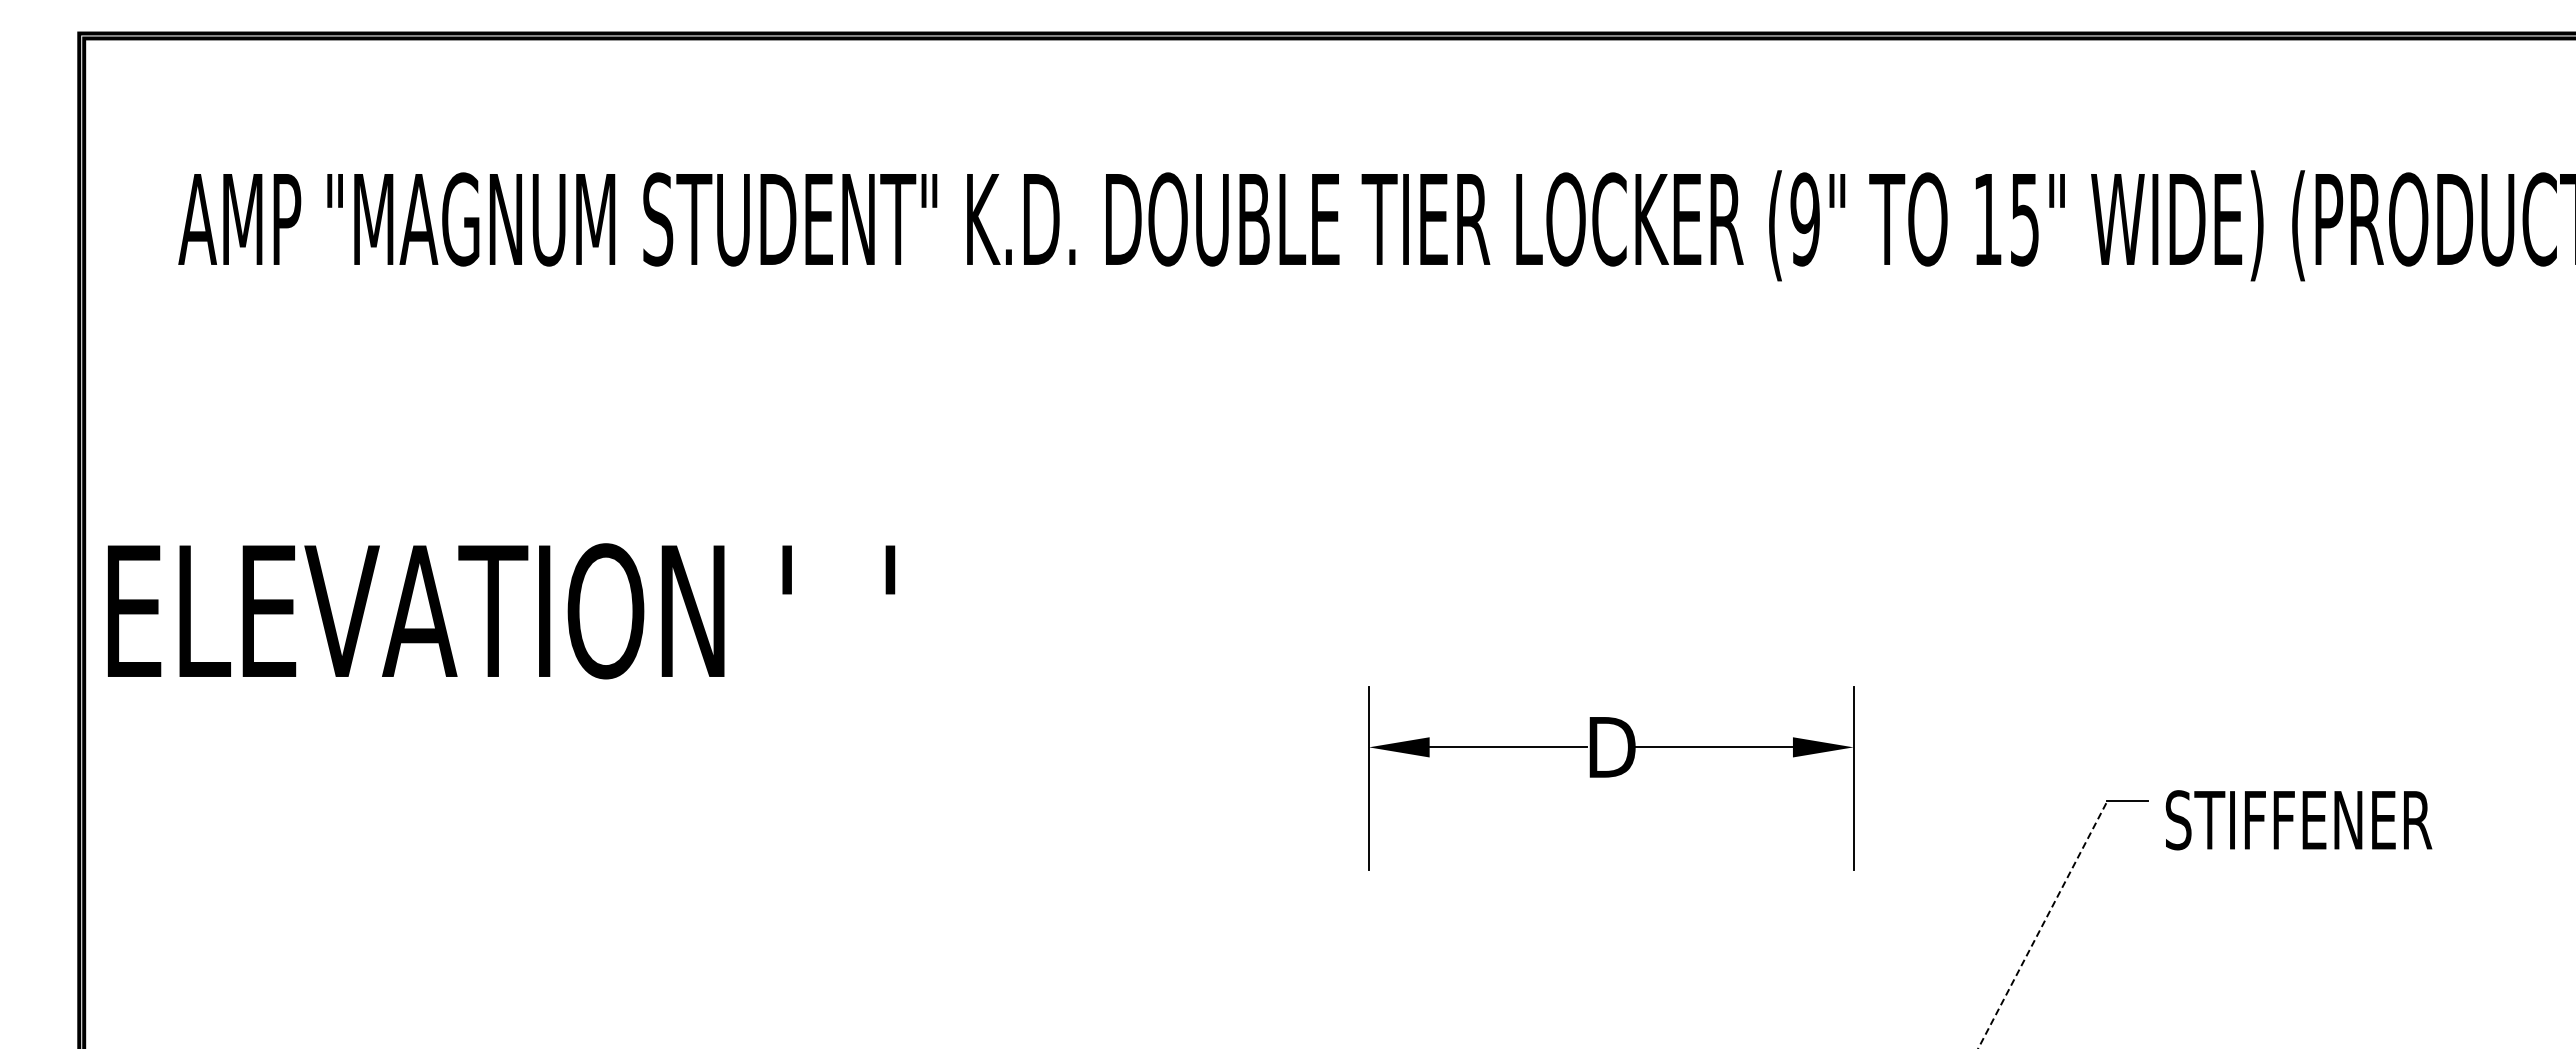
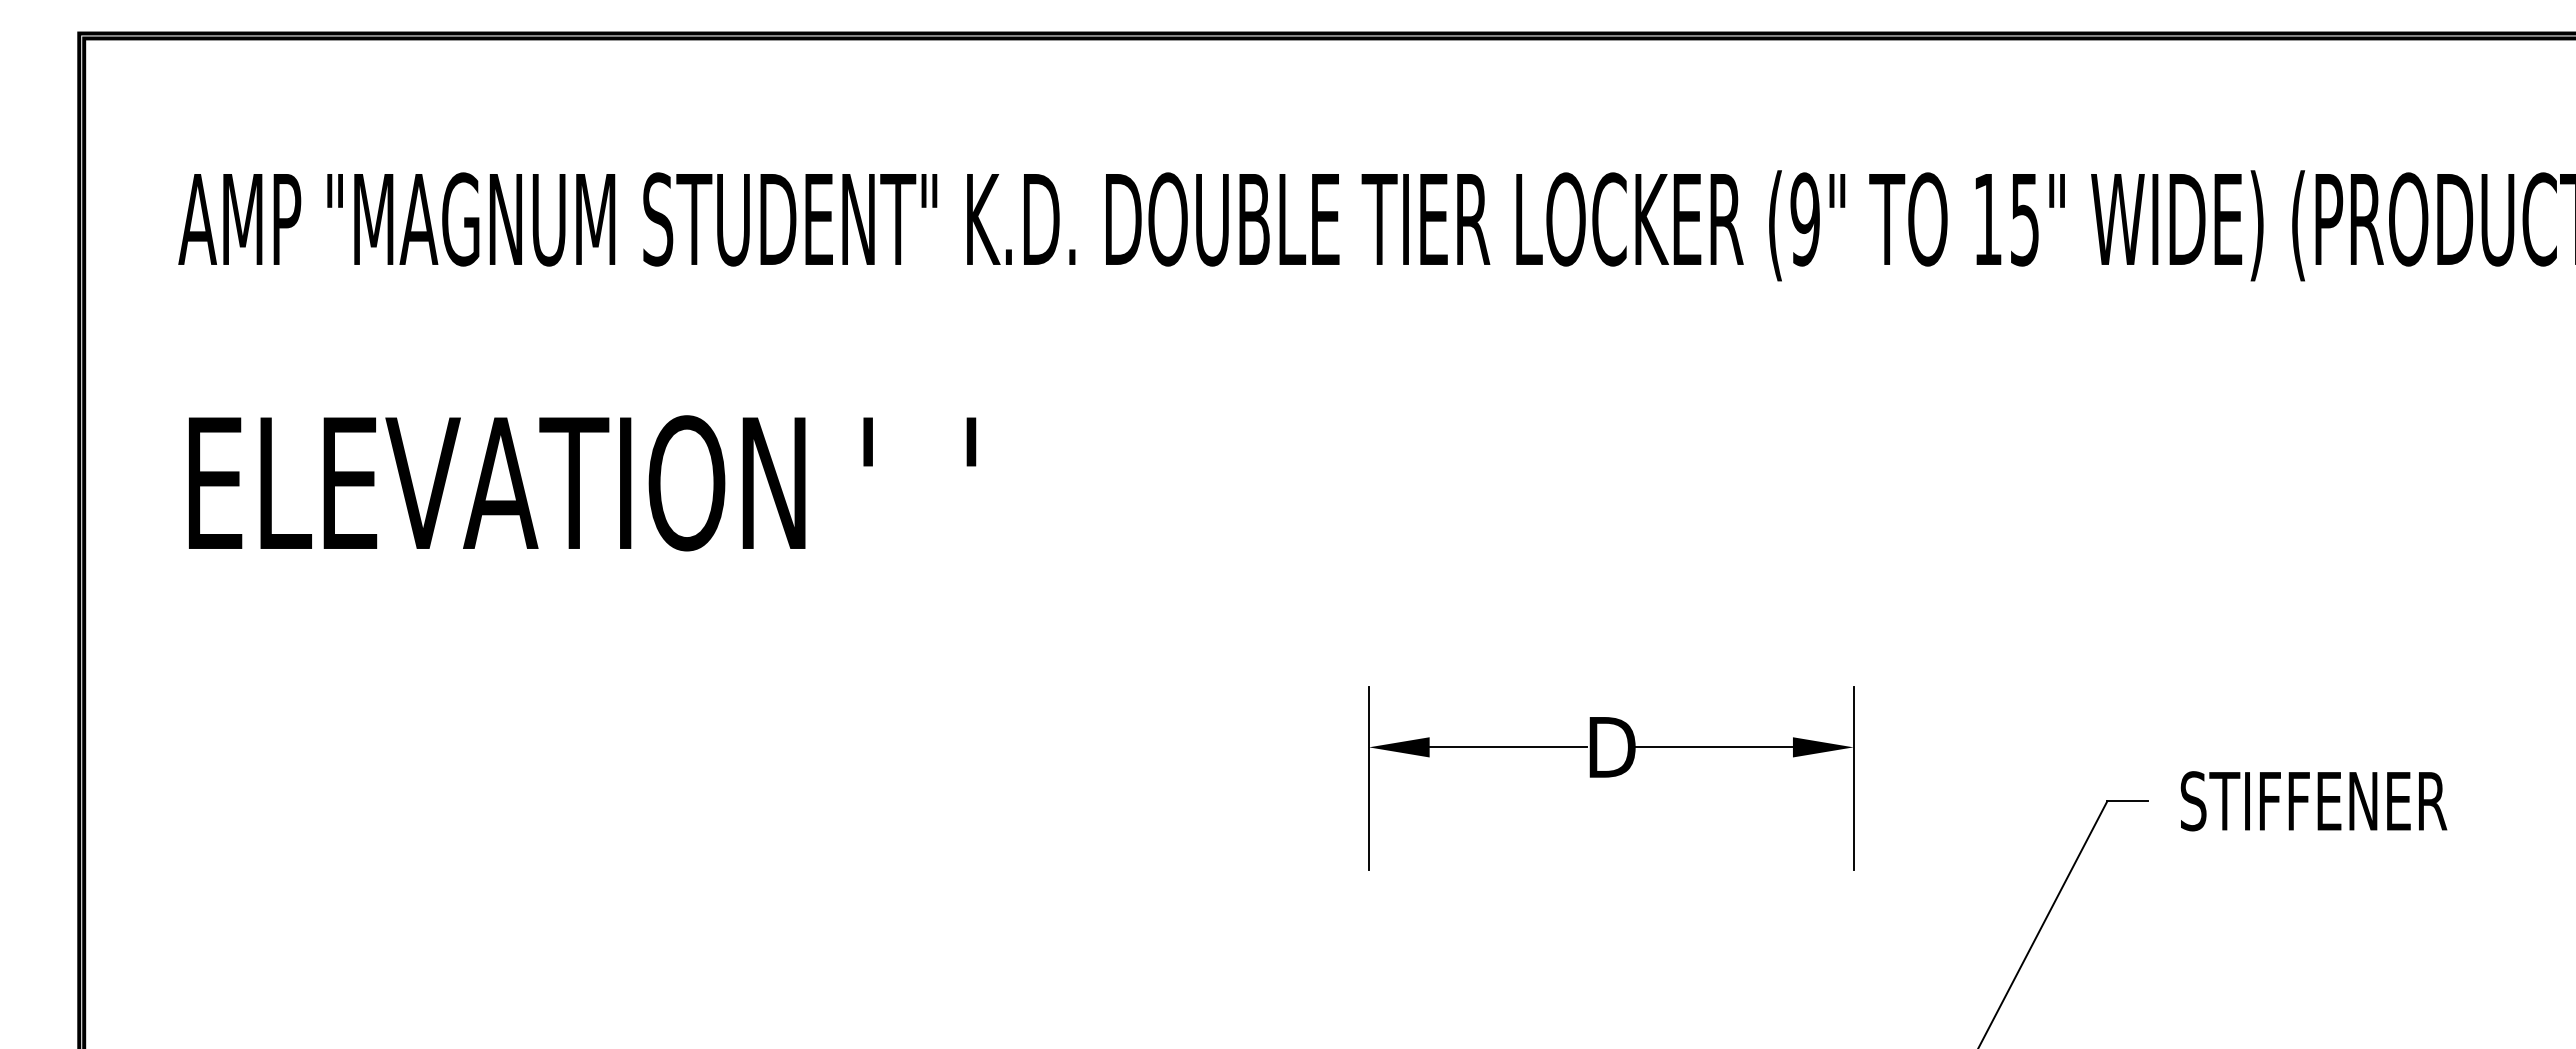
text at (501, 611) position: (501, 611) -> (582, 483)
text at (2298, 820) position: (2298, 820) -> (2313, 801)
line at (2042, 925): dashed -> solid
